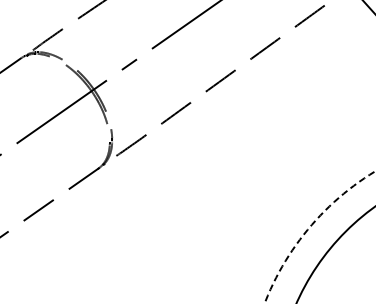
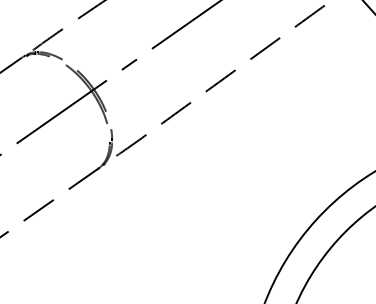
circle at (319, 237): dashed -> solid
